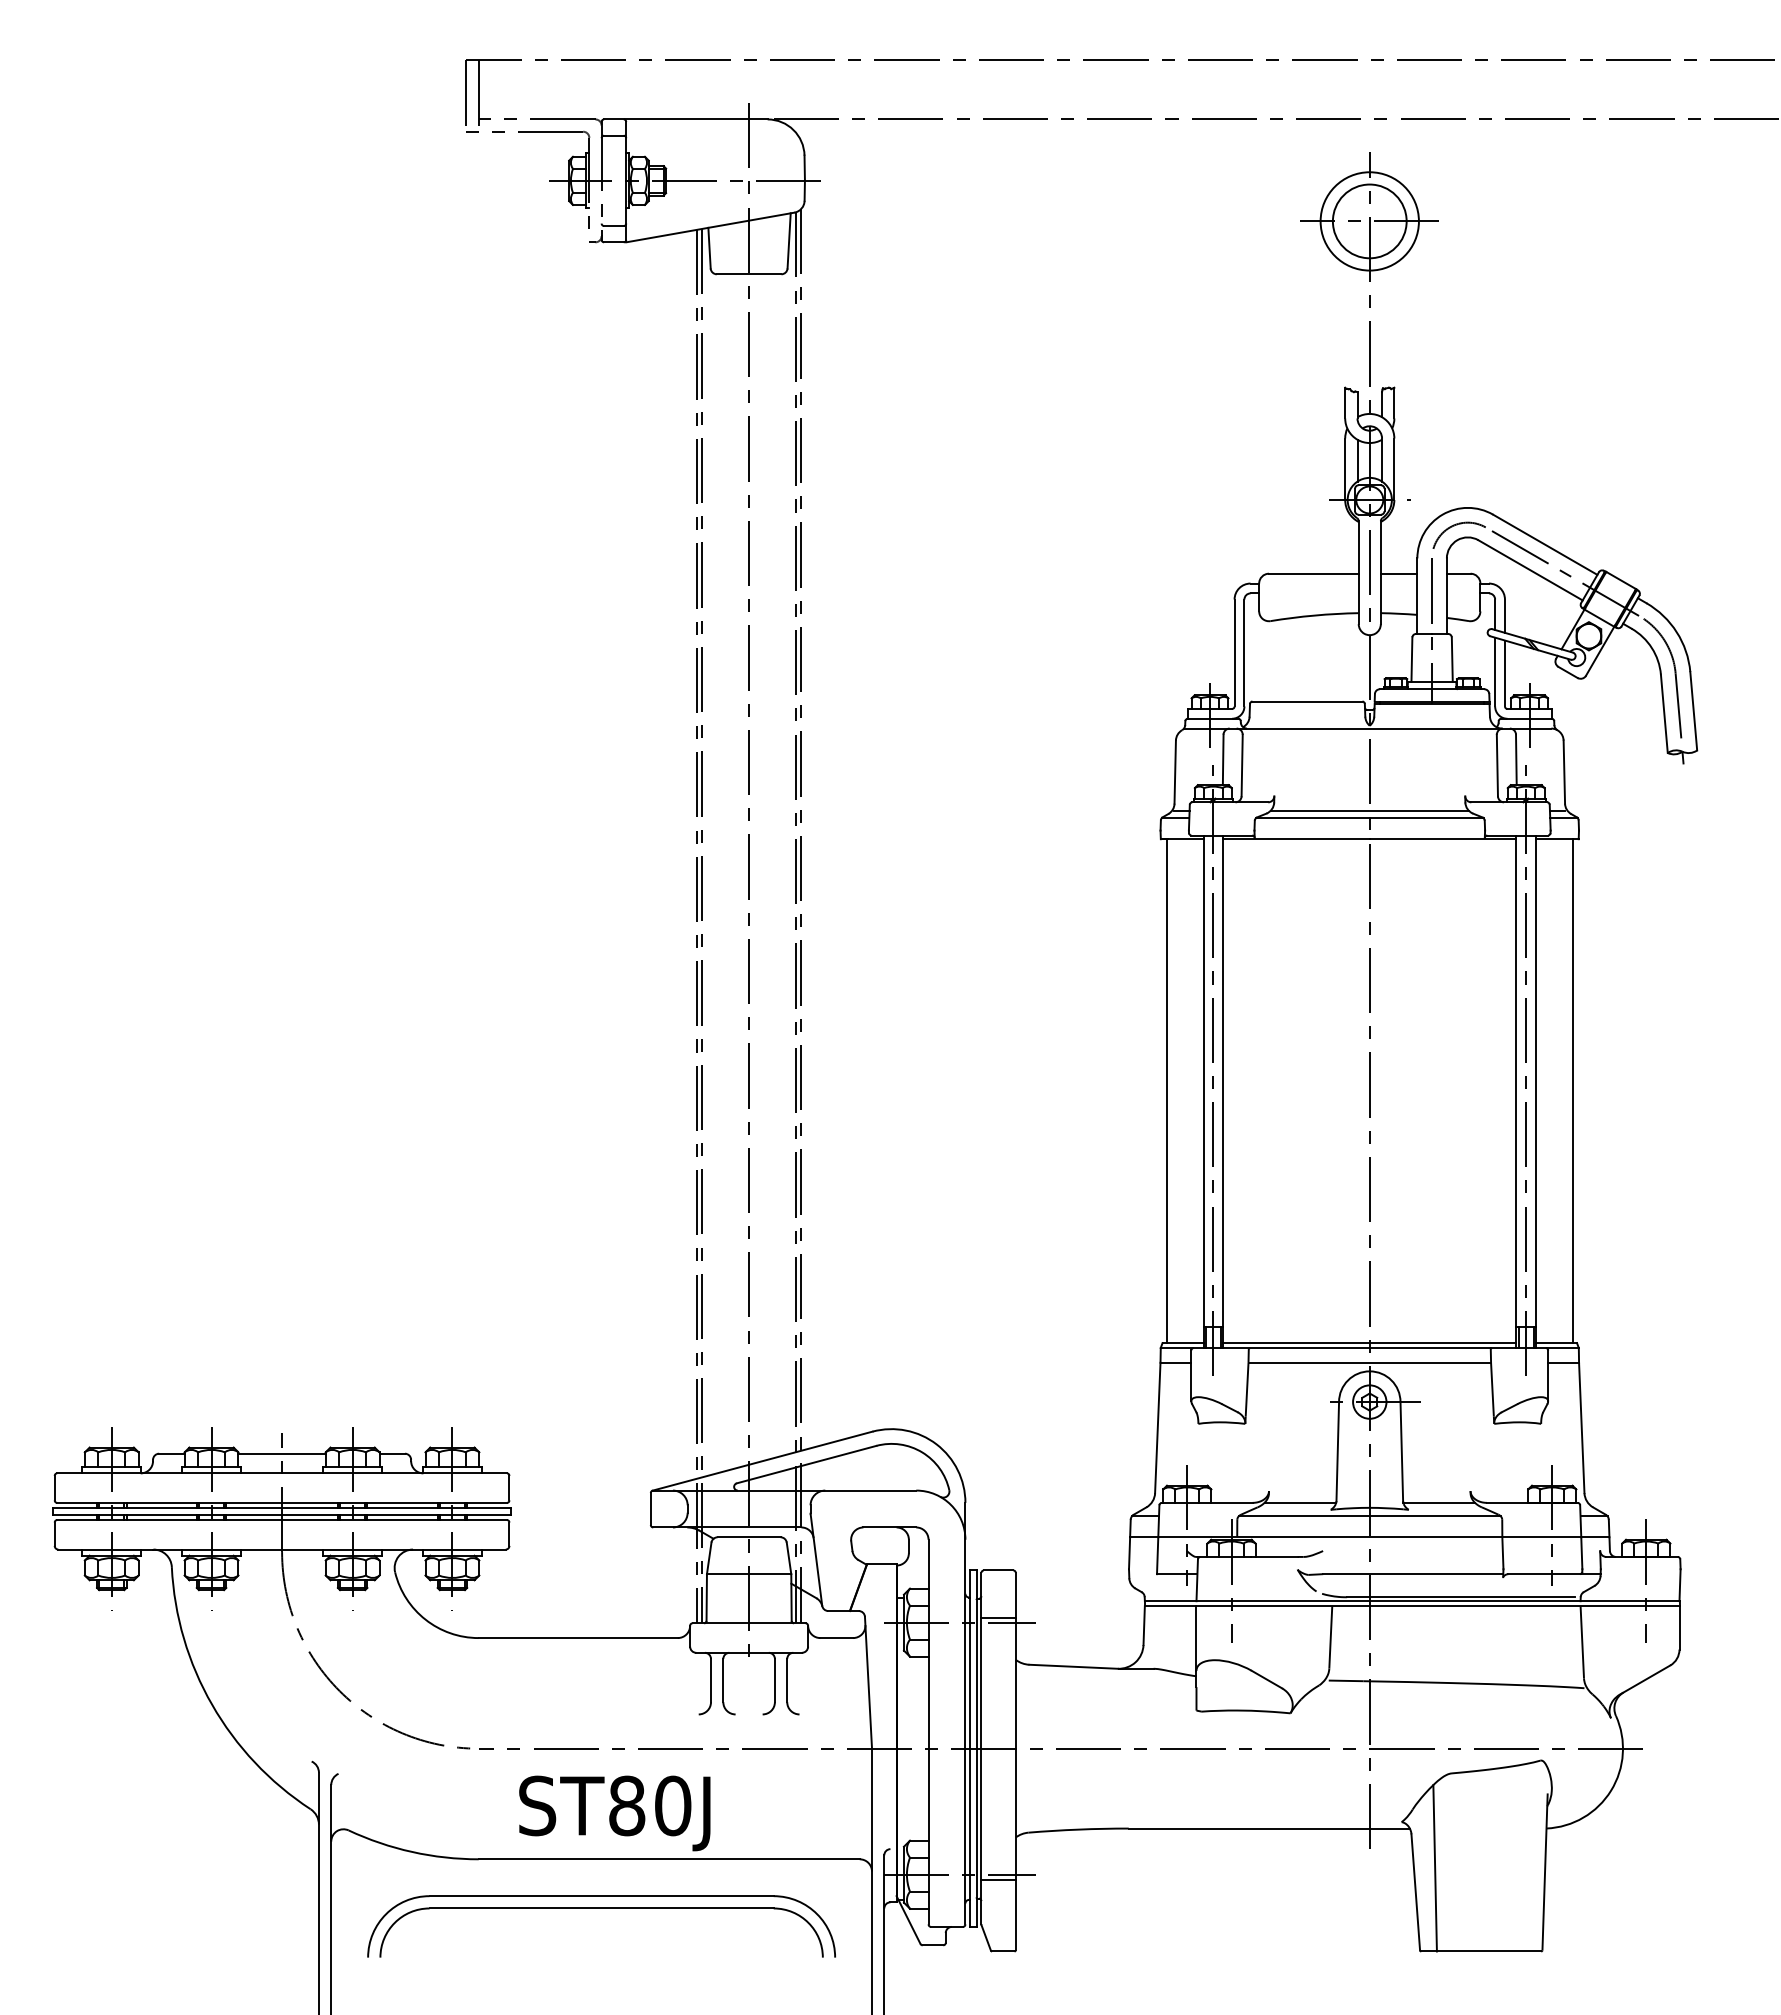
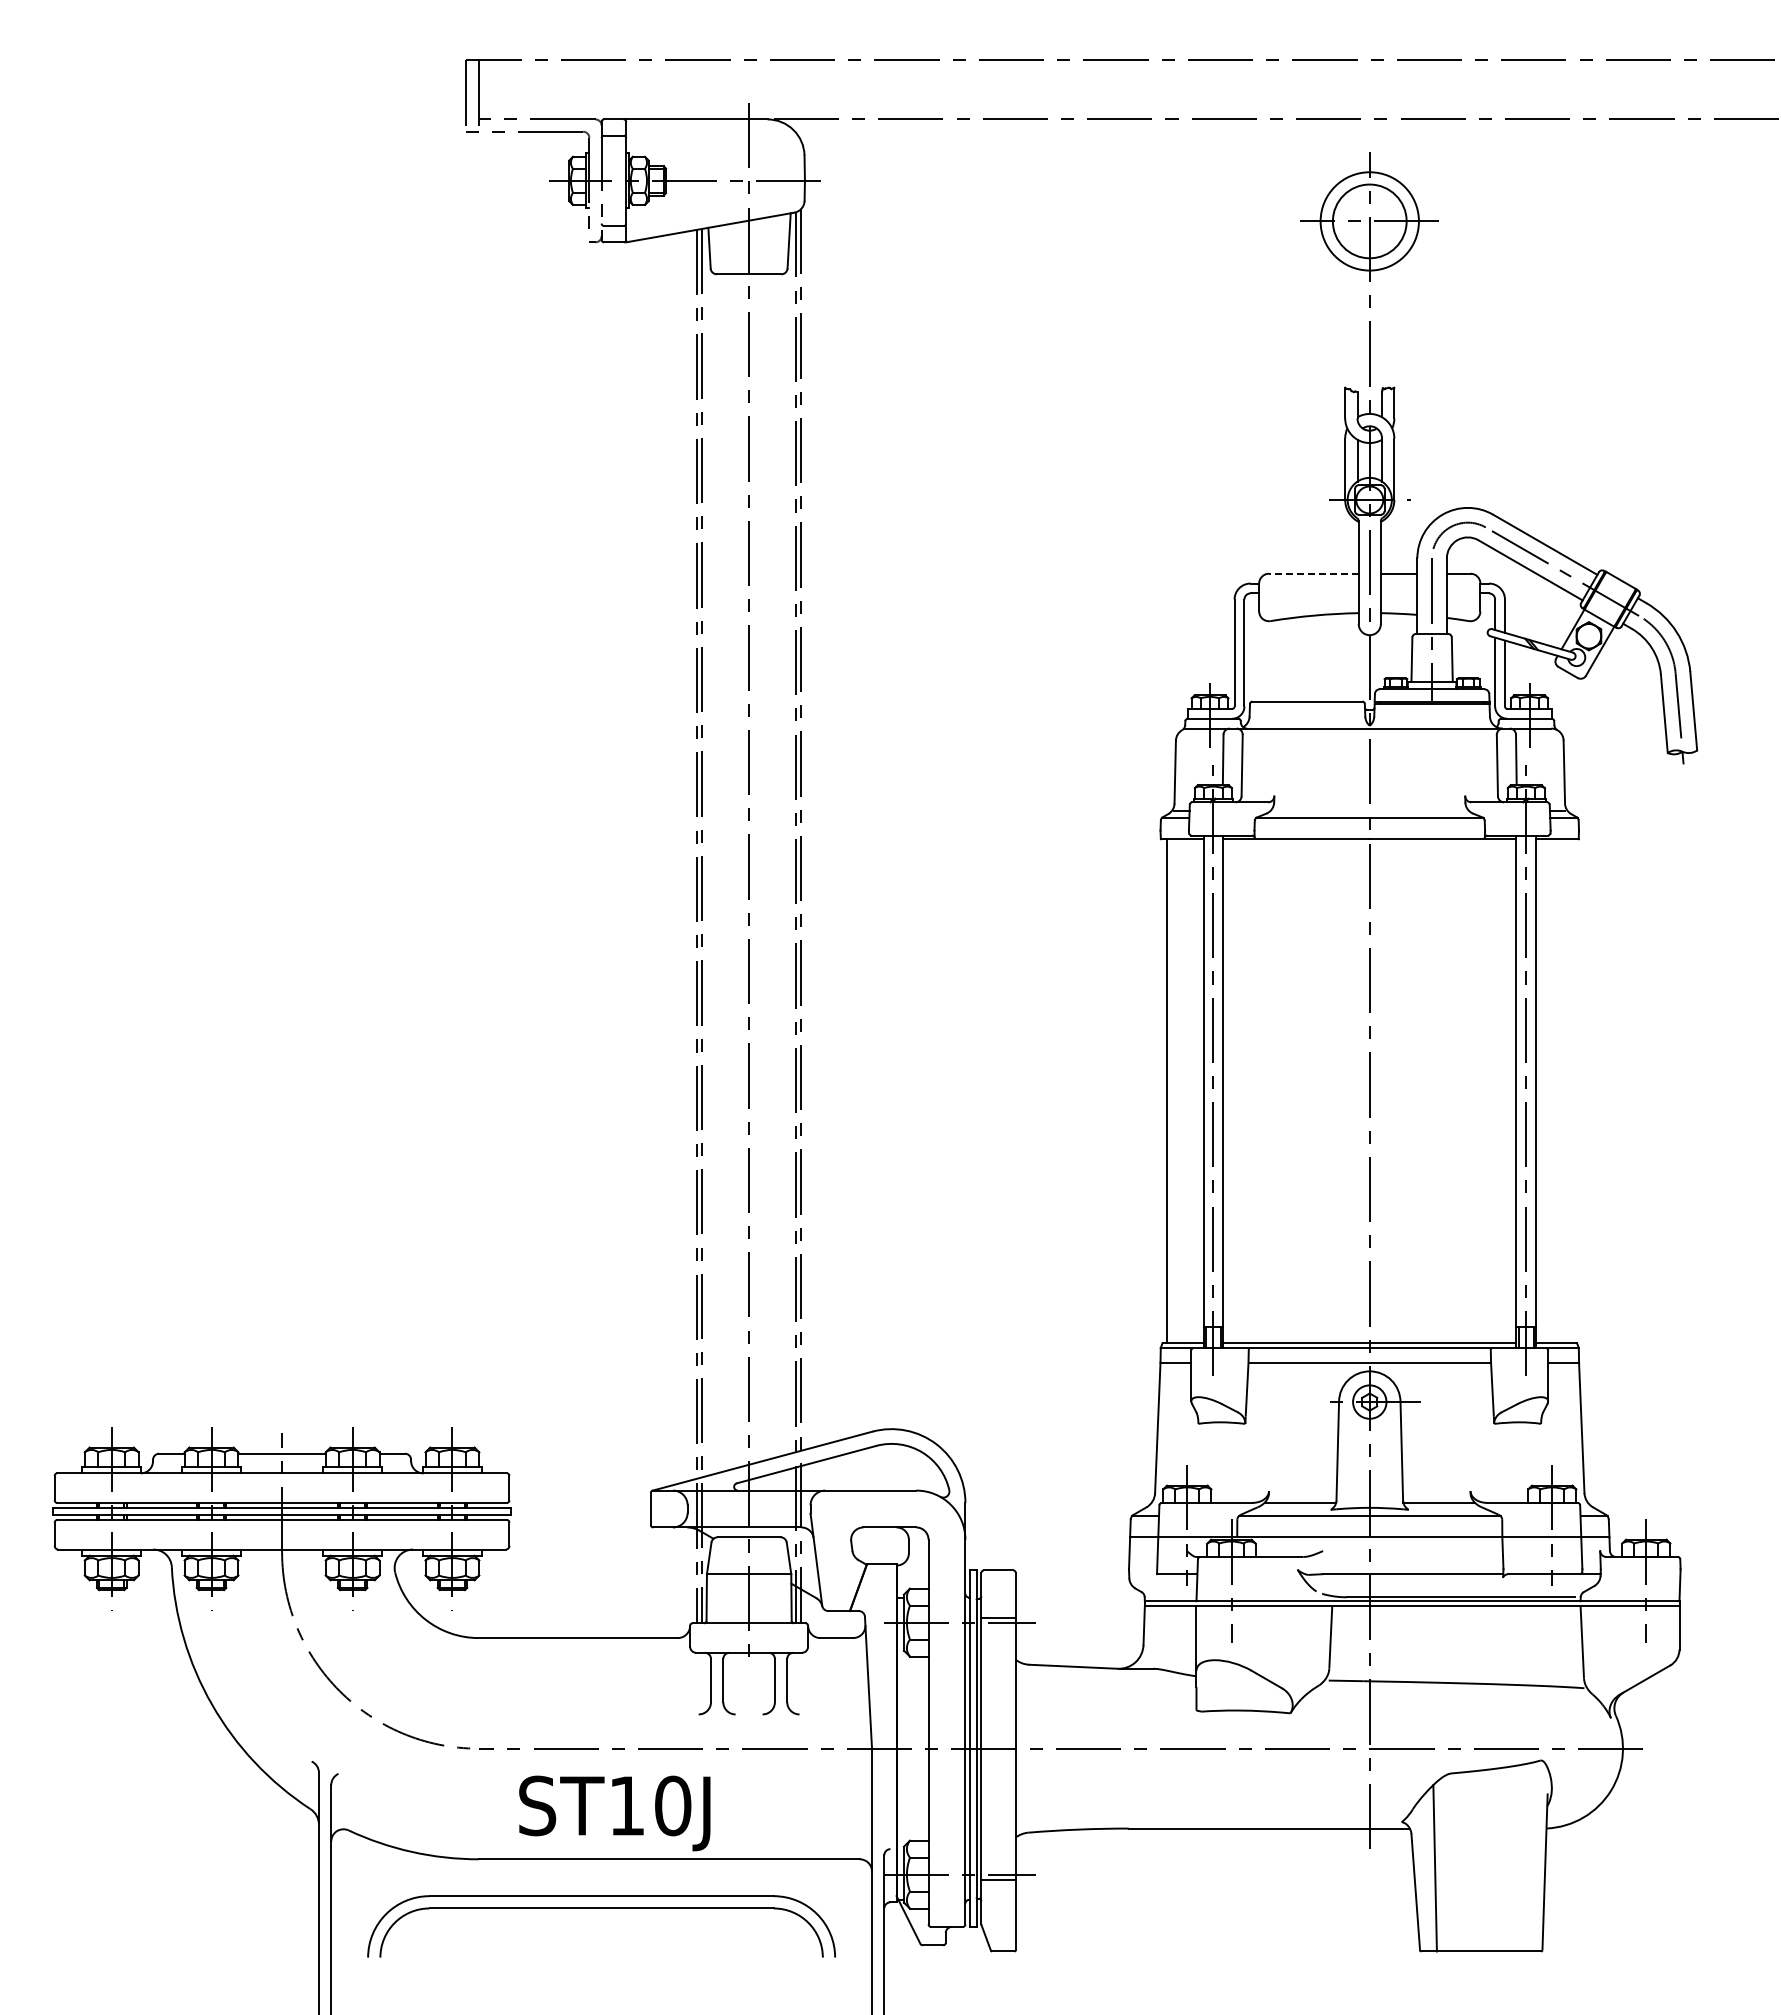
line at (1313, 573): solid -> dashed
line at (1369, 810): present -> none
line at (1572, 1091): present -> none
text at (627, 1805): ST80J -> ST10J
